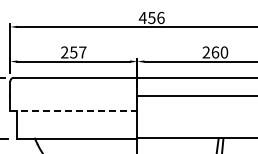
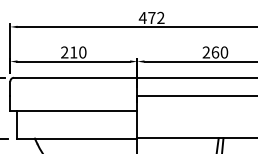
text at (156, 17): 456 -> 472
text at (78, 52): 257 -> 210
line at (73, 110): dashed -> solid
